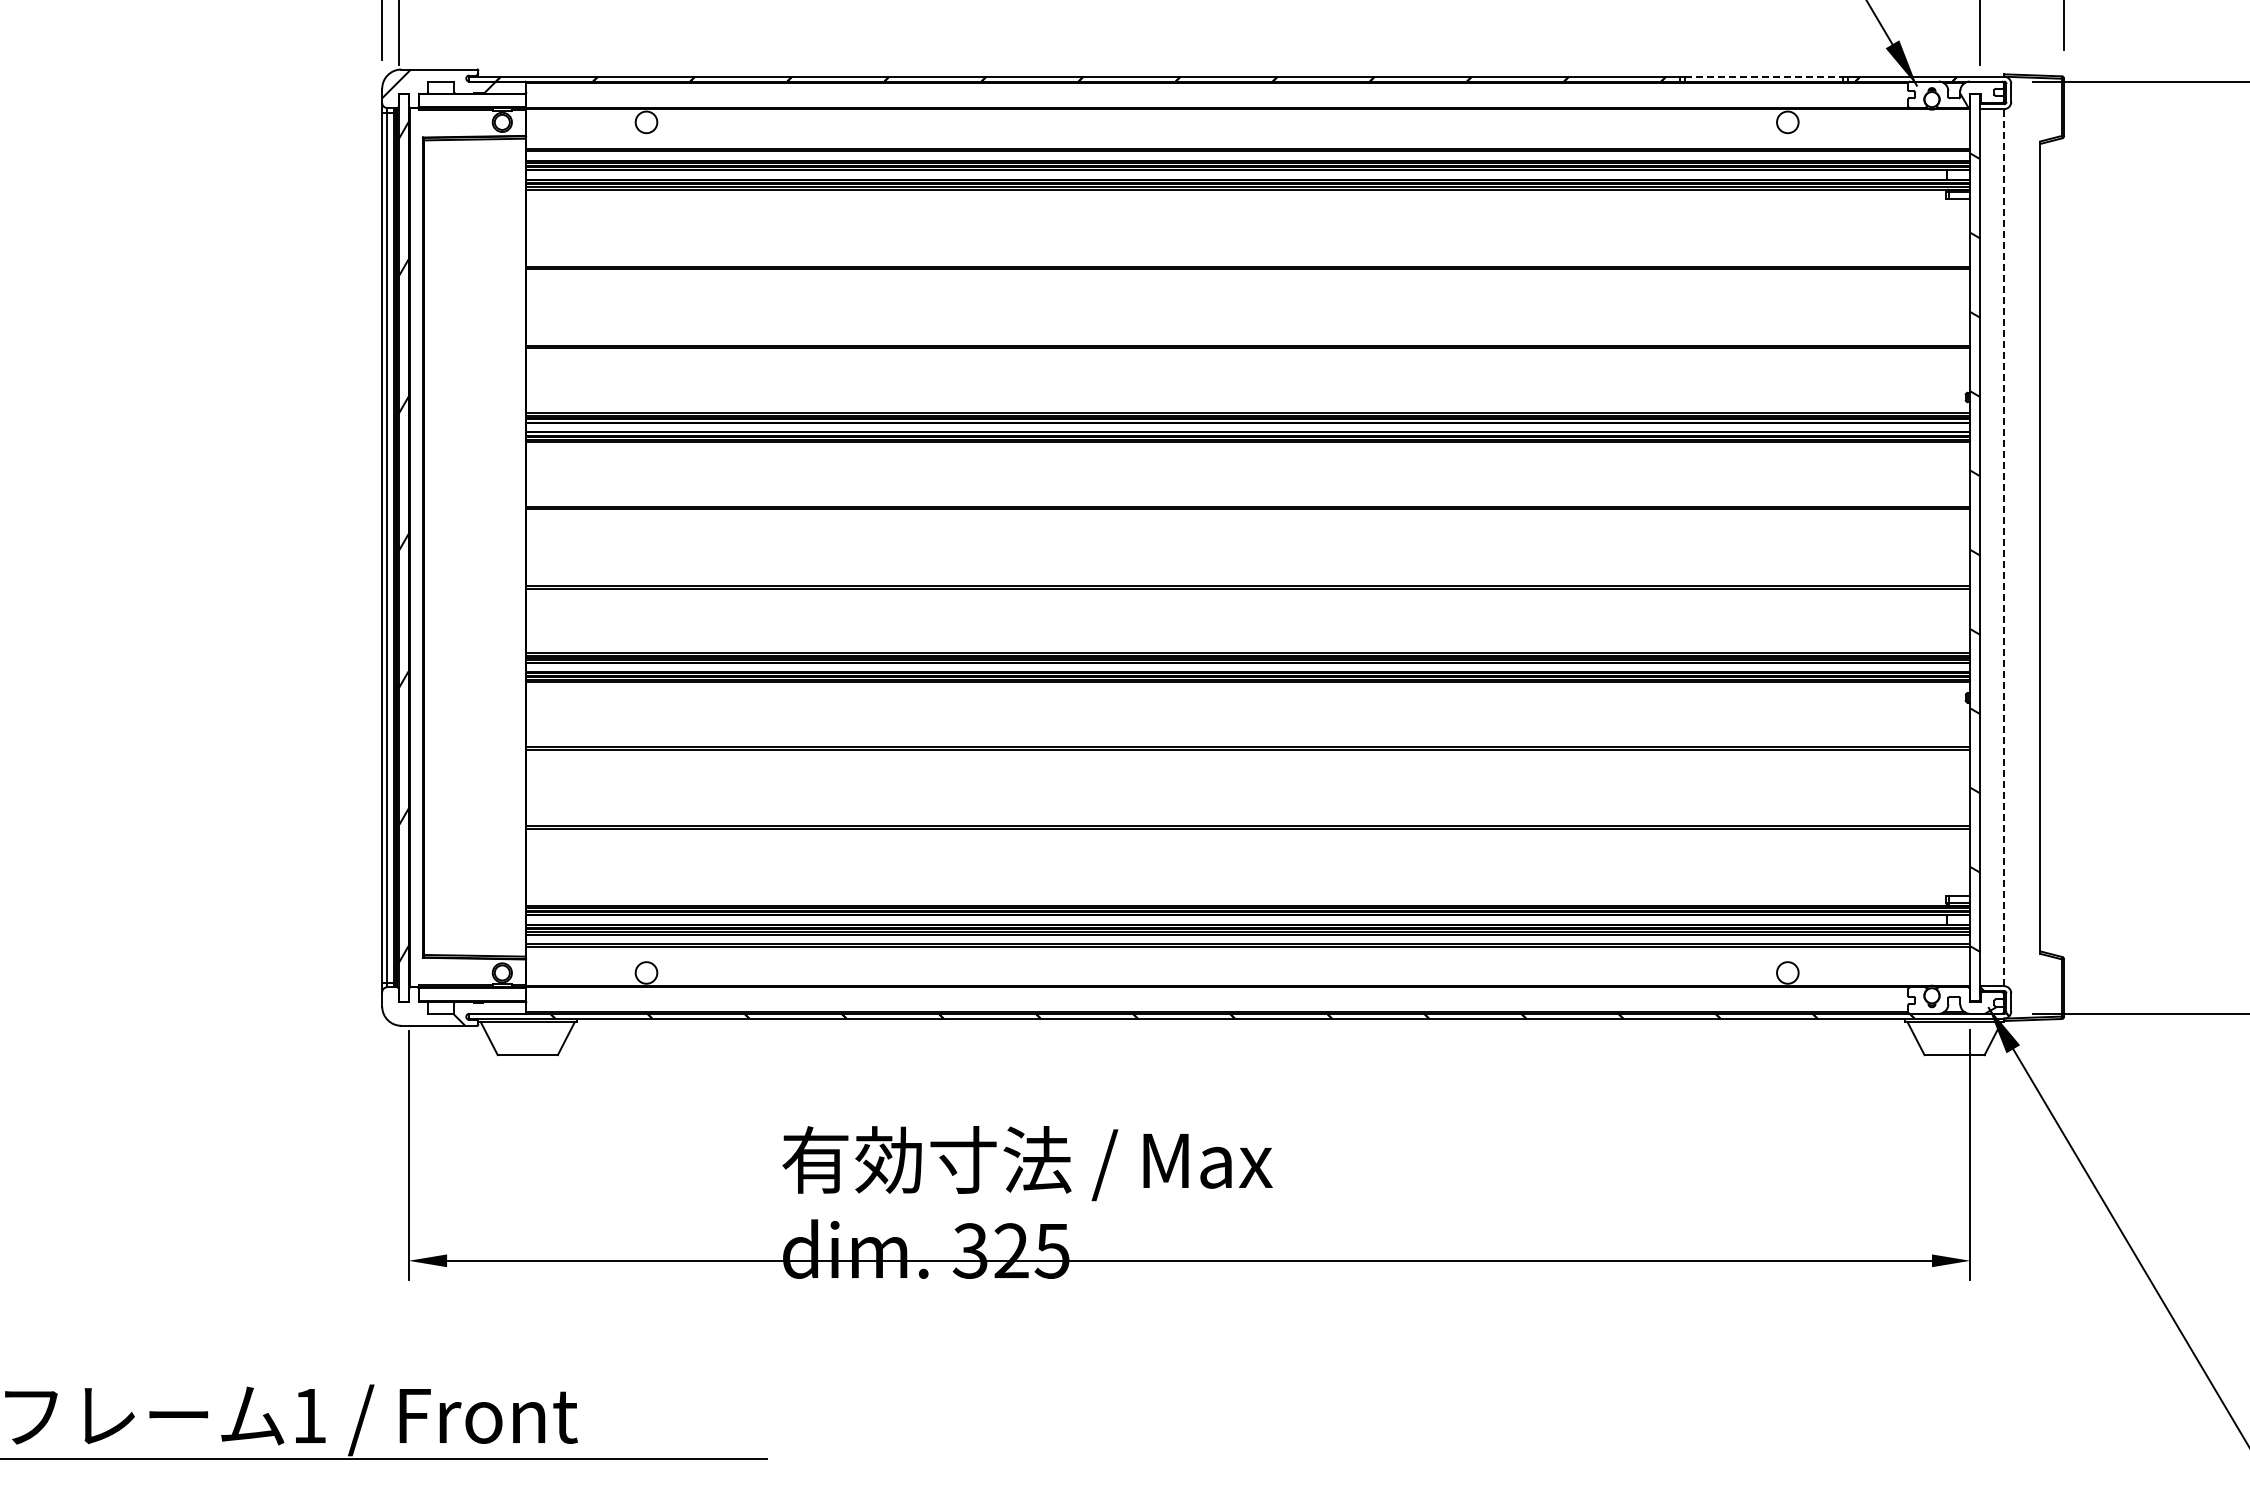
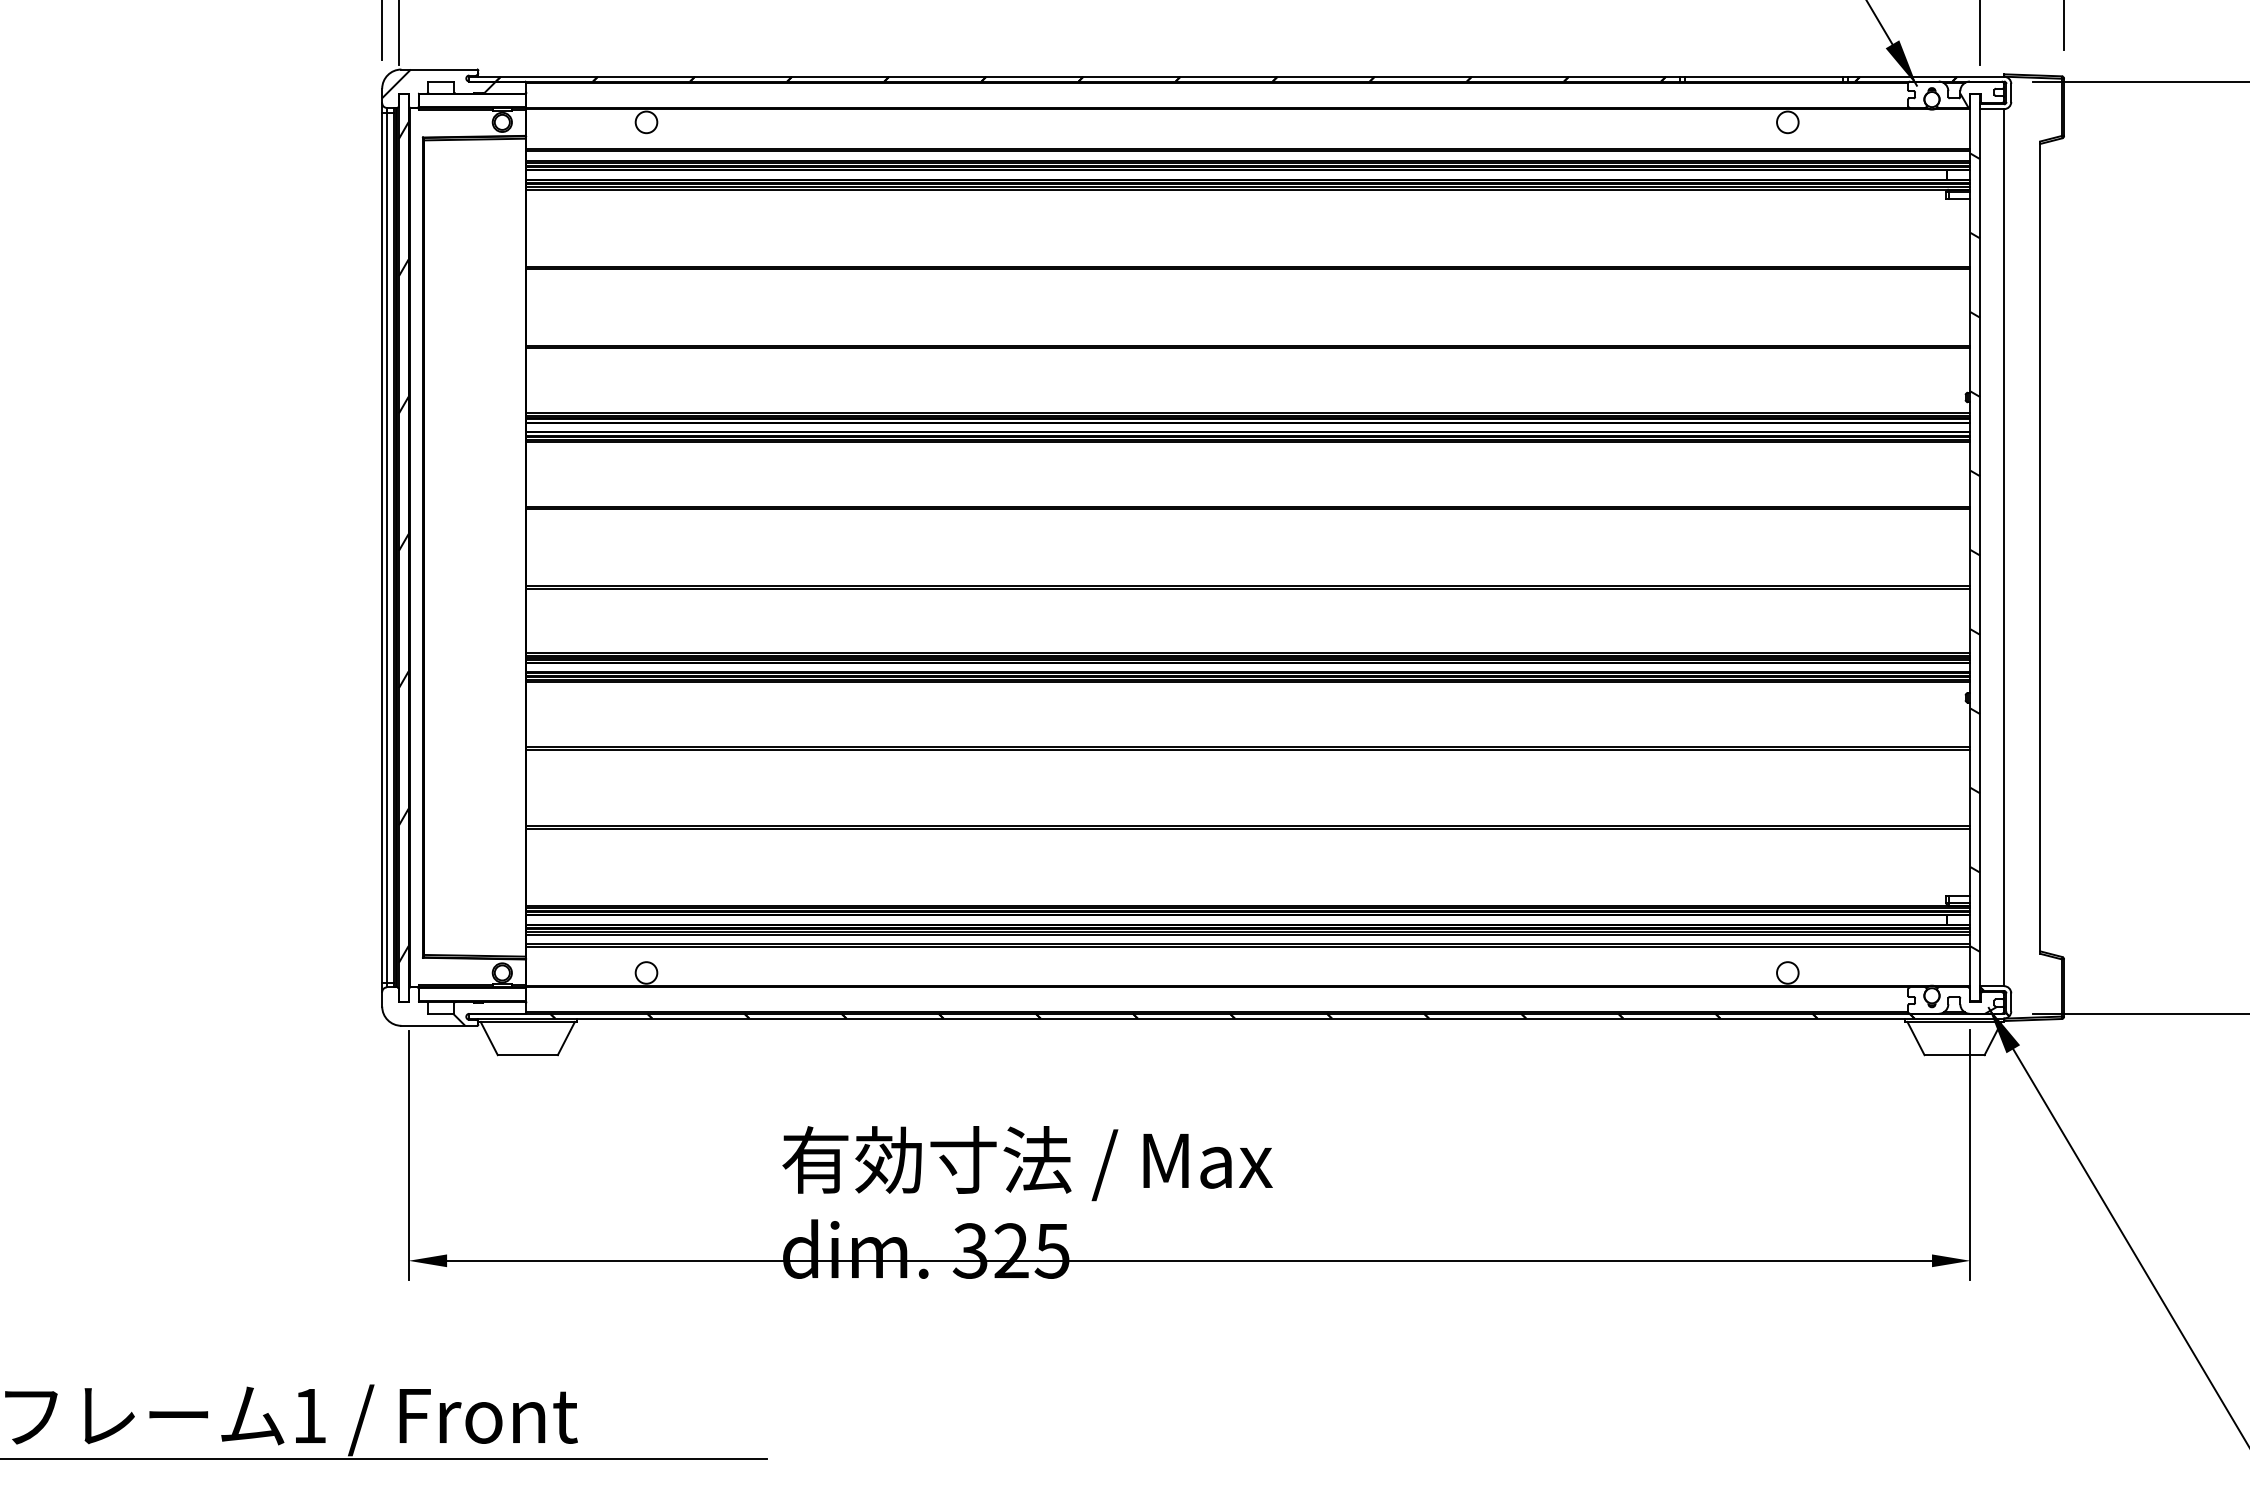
line at (1764, 76): dashed -> solid
line at (2004, 547): dashed -> solid
